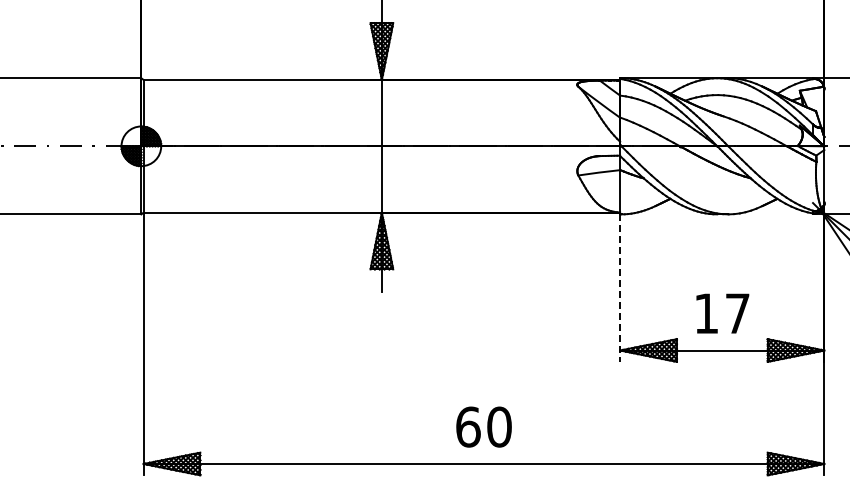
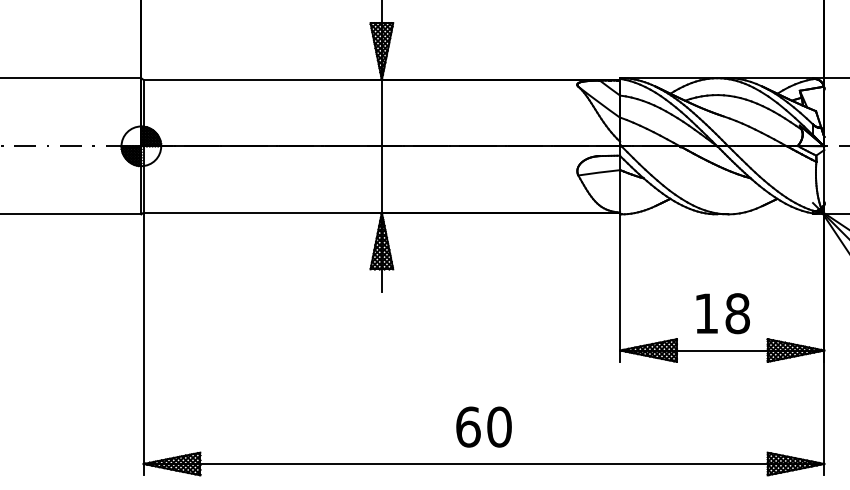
line at (620, 288): dashed -> solid
text at (737, 313): 17 -> 18
